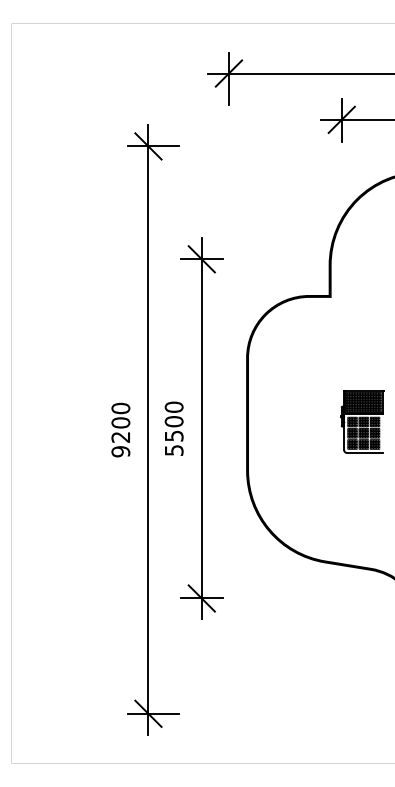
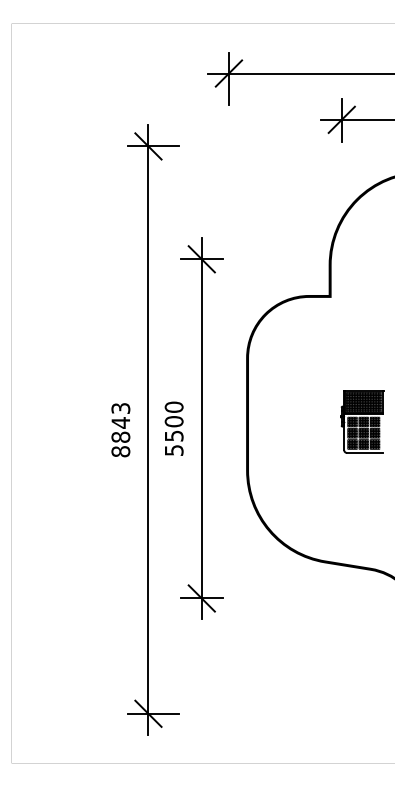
text at (120, 429): 9200 -> 8843
